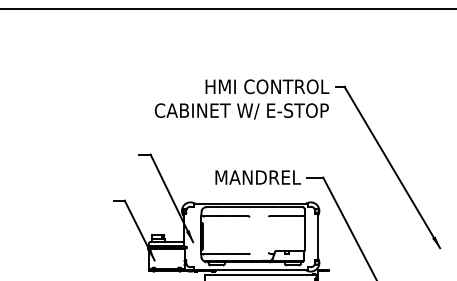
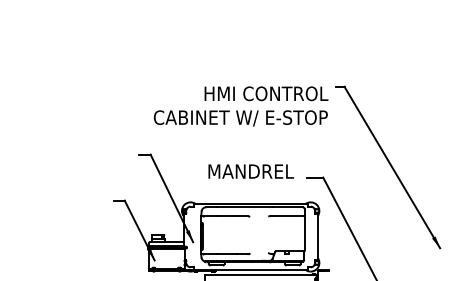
line at (227, 9): present -> none
text at (241, 99) position: (241, 99) -> (240, 106)
text at (257, 177) position: (257, 177) -> (250, 171)
